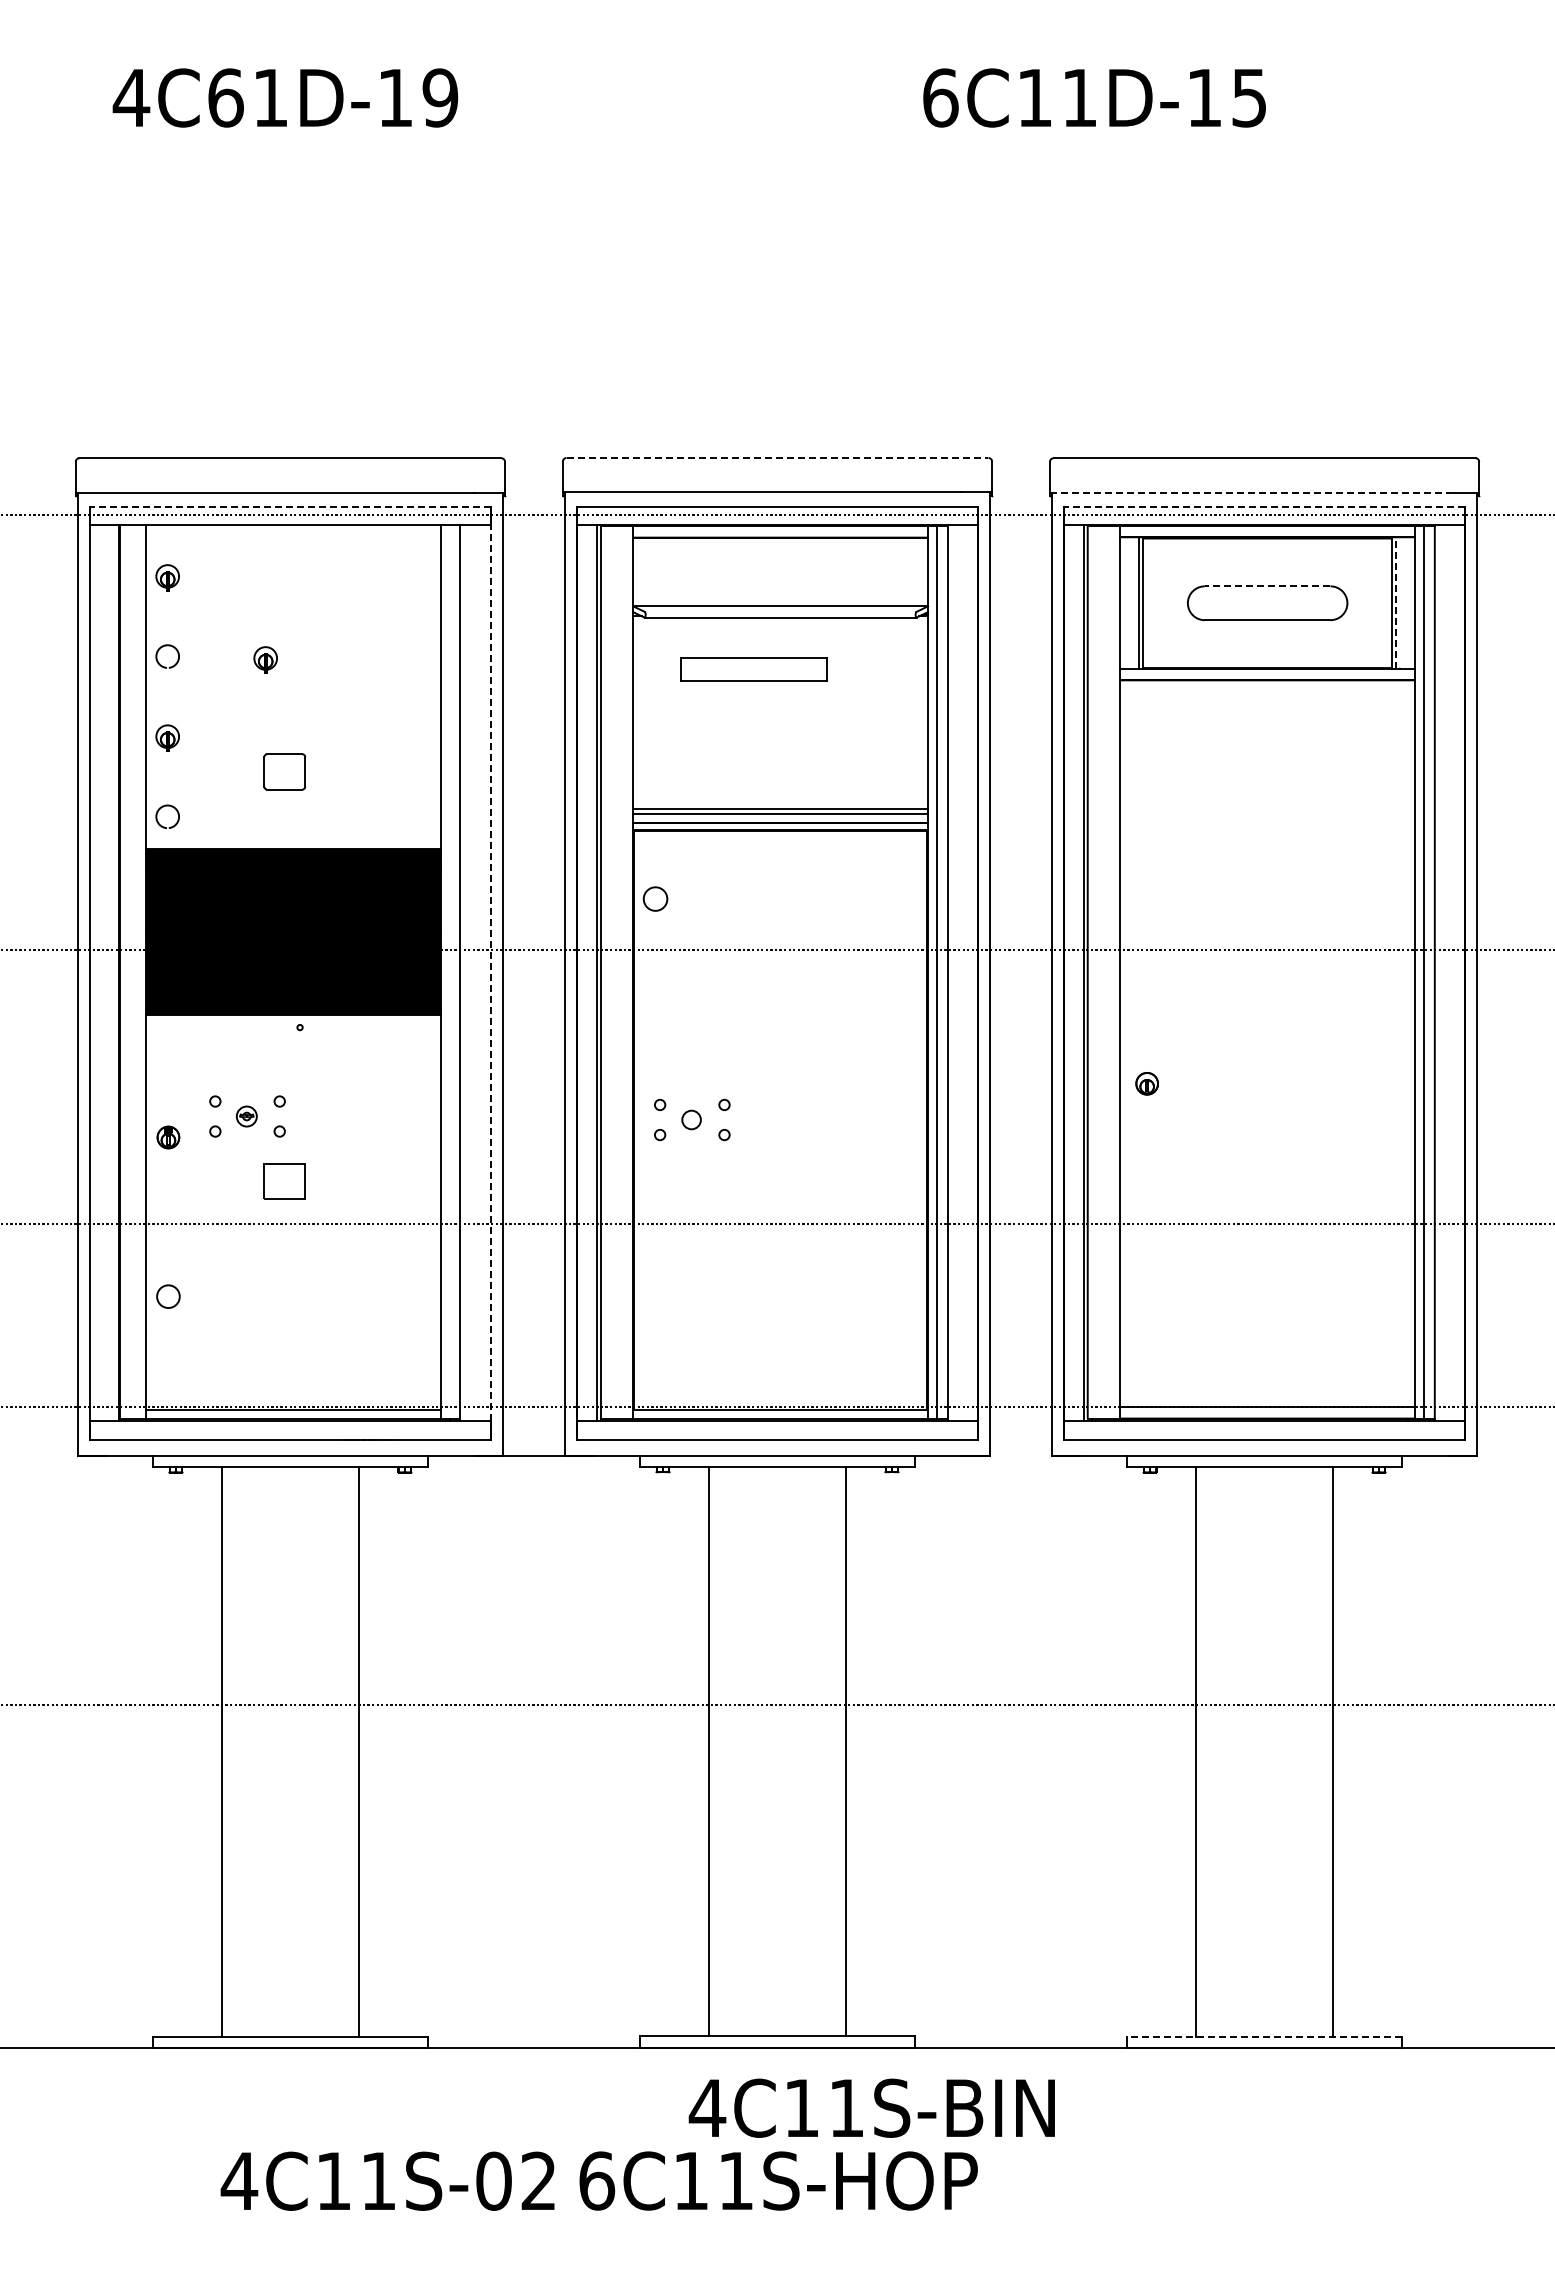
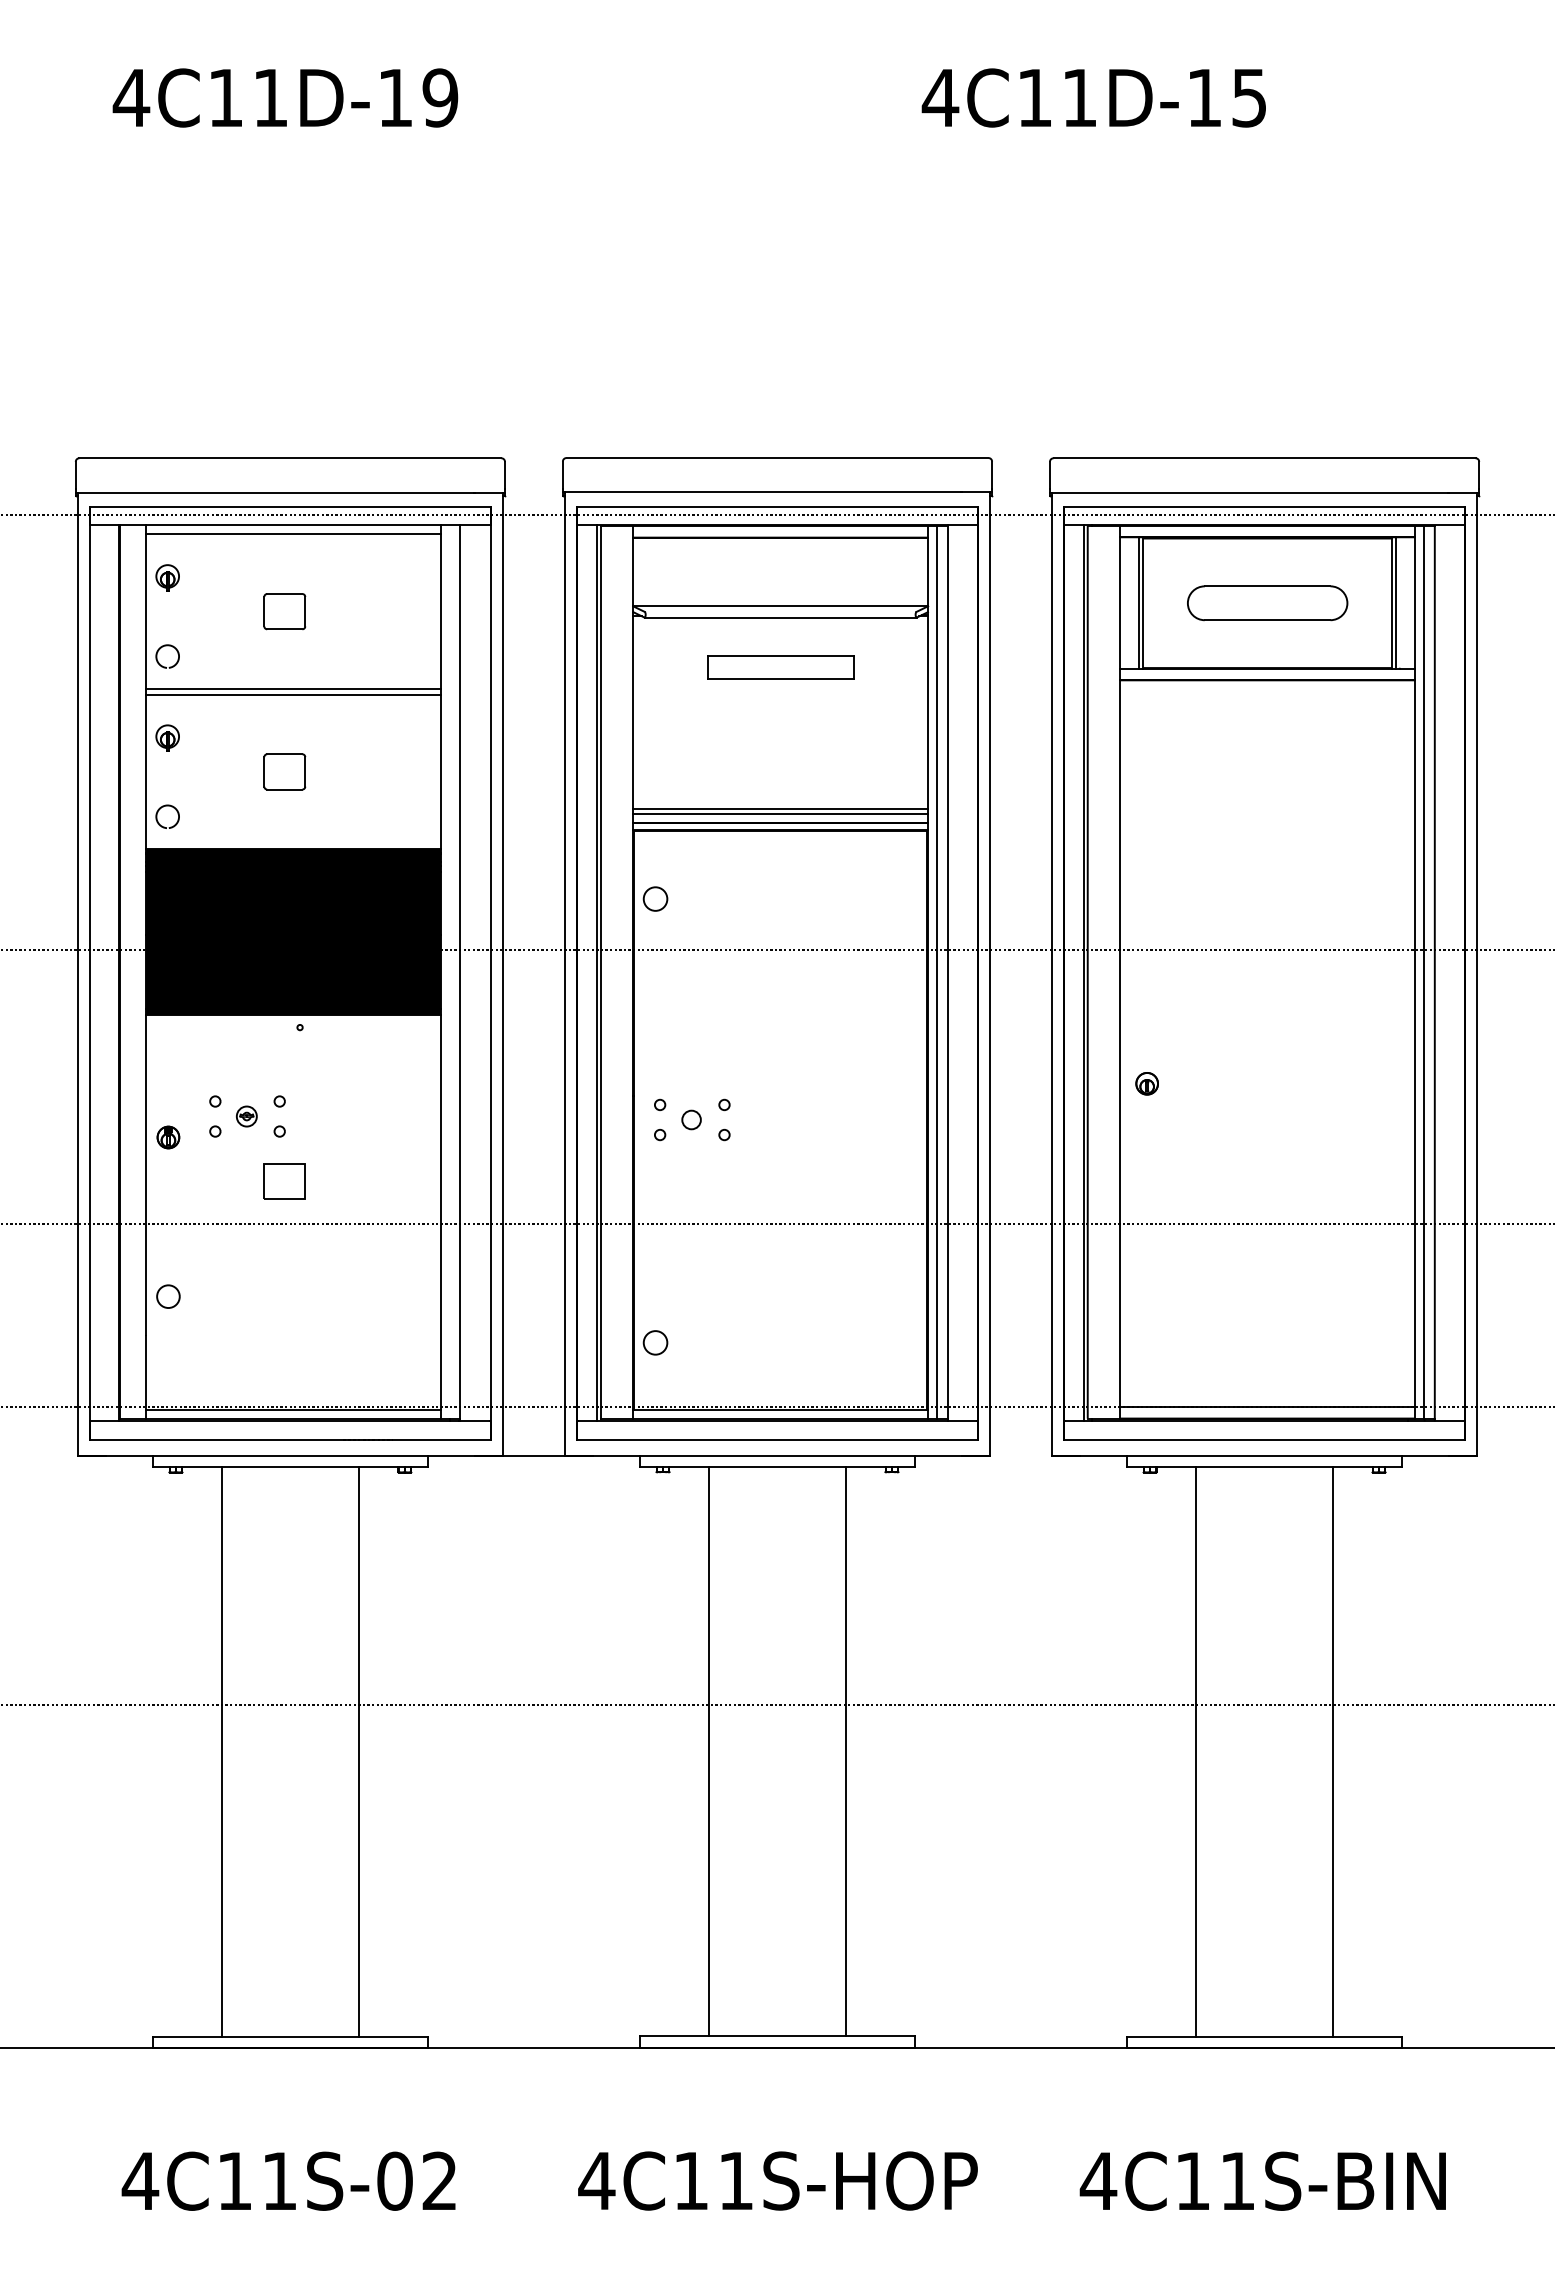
text at (225, 97): 4C61D-19 -> 4C11D-19
text at (940, 97): 6C11D-15 -> 4C11D-15
line at (777, 458): dashed -> solid
line at (1249, 492): dashed -> solid
line at (289, 506): dashed -> solid
line at (1264, 506): dashed -> solid
line at (293, 534): none -> present
line at (1267, 586): dashed -> solid
line at (1396, 603): dashed -> solid
part at (284, 611): none -> present
part at (265, 659): present -> none
part at (753, 669) position: (753, 669) -> (780, 667)
line at (293, 688): none -> present
line at (293, 694): none -> present
line at (490, 972): dashed -> solid
circle at (655, 1342): none -> present
line at (1264, 2036): dashed -> solid
text at (871, 2107) position: (871, 2107) -> (1262, 2180)
text at (387, 2180) position: (387, 2180) -> (288, 2180)
text at (596, 2180): 6C11S-HOP -> 4C11S-HOP
